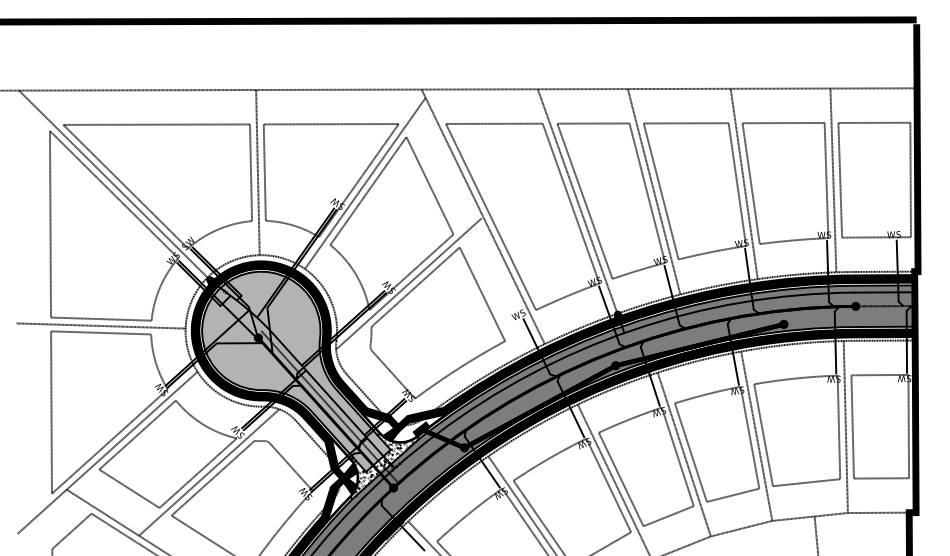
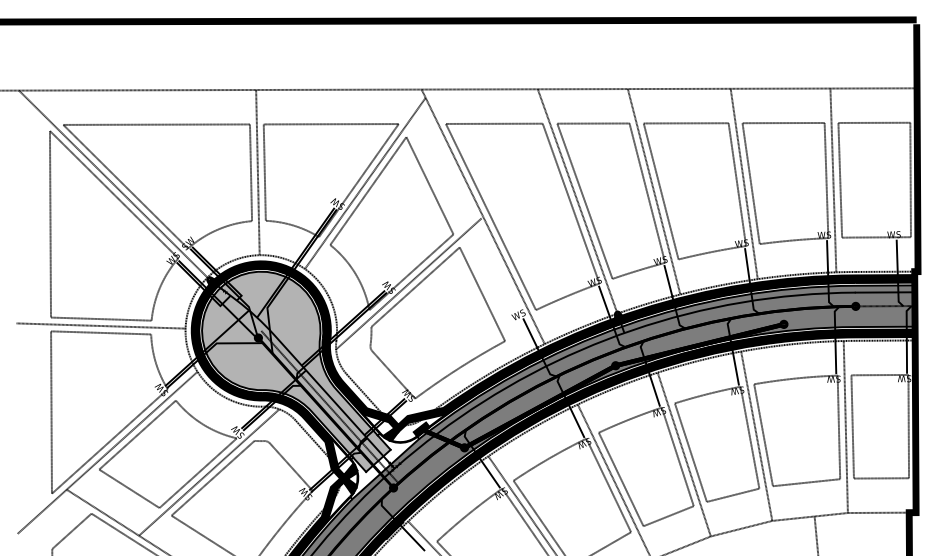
hatch at (385, 466): present -> none
